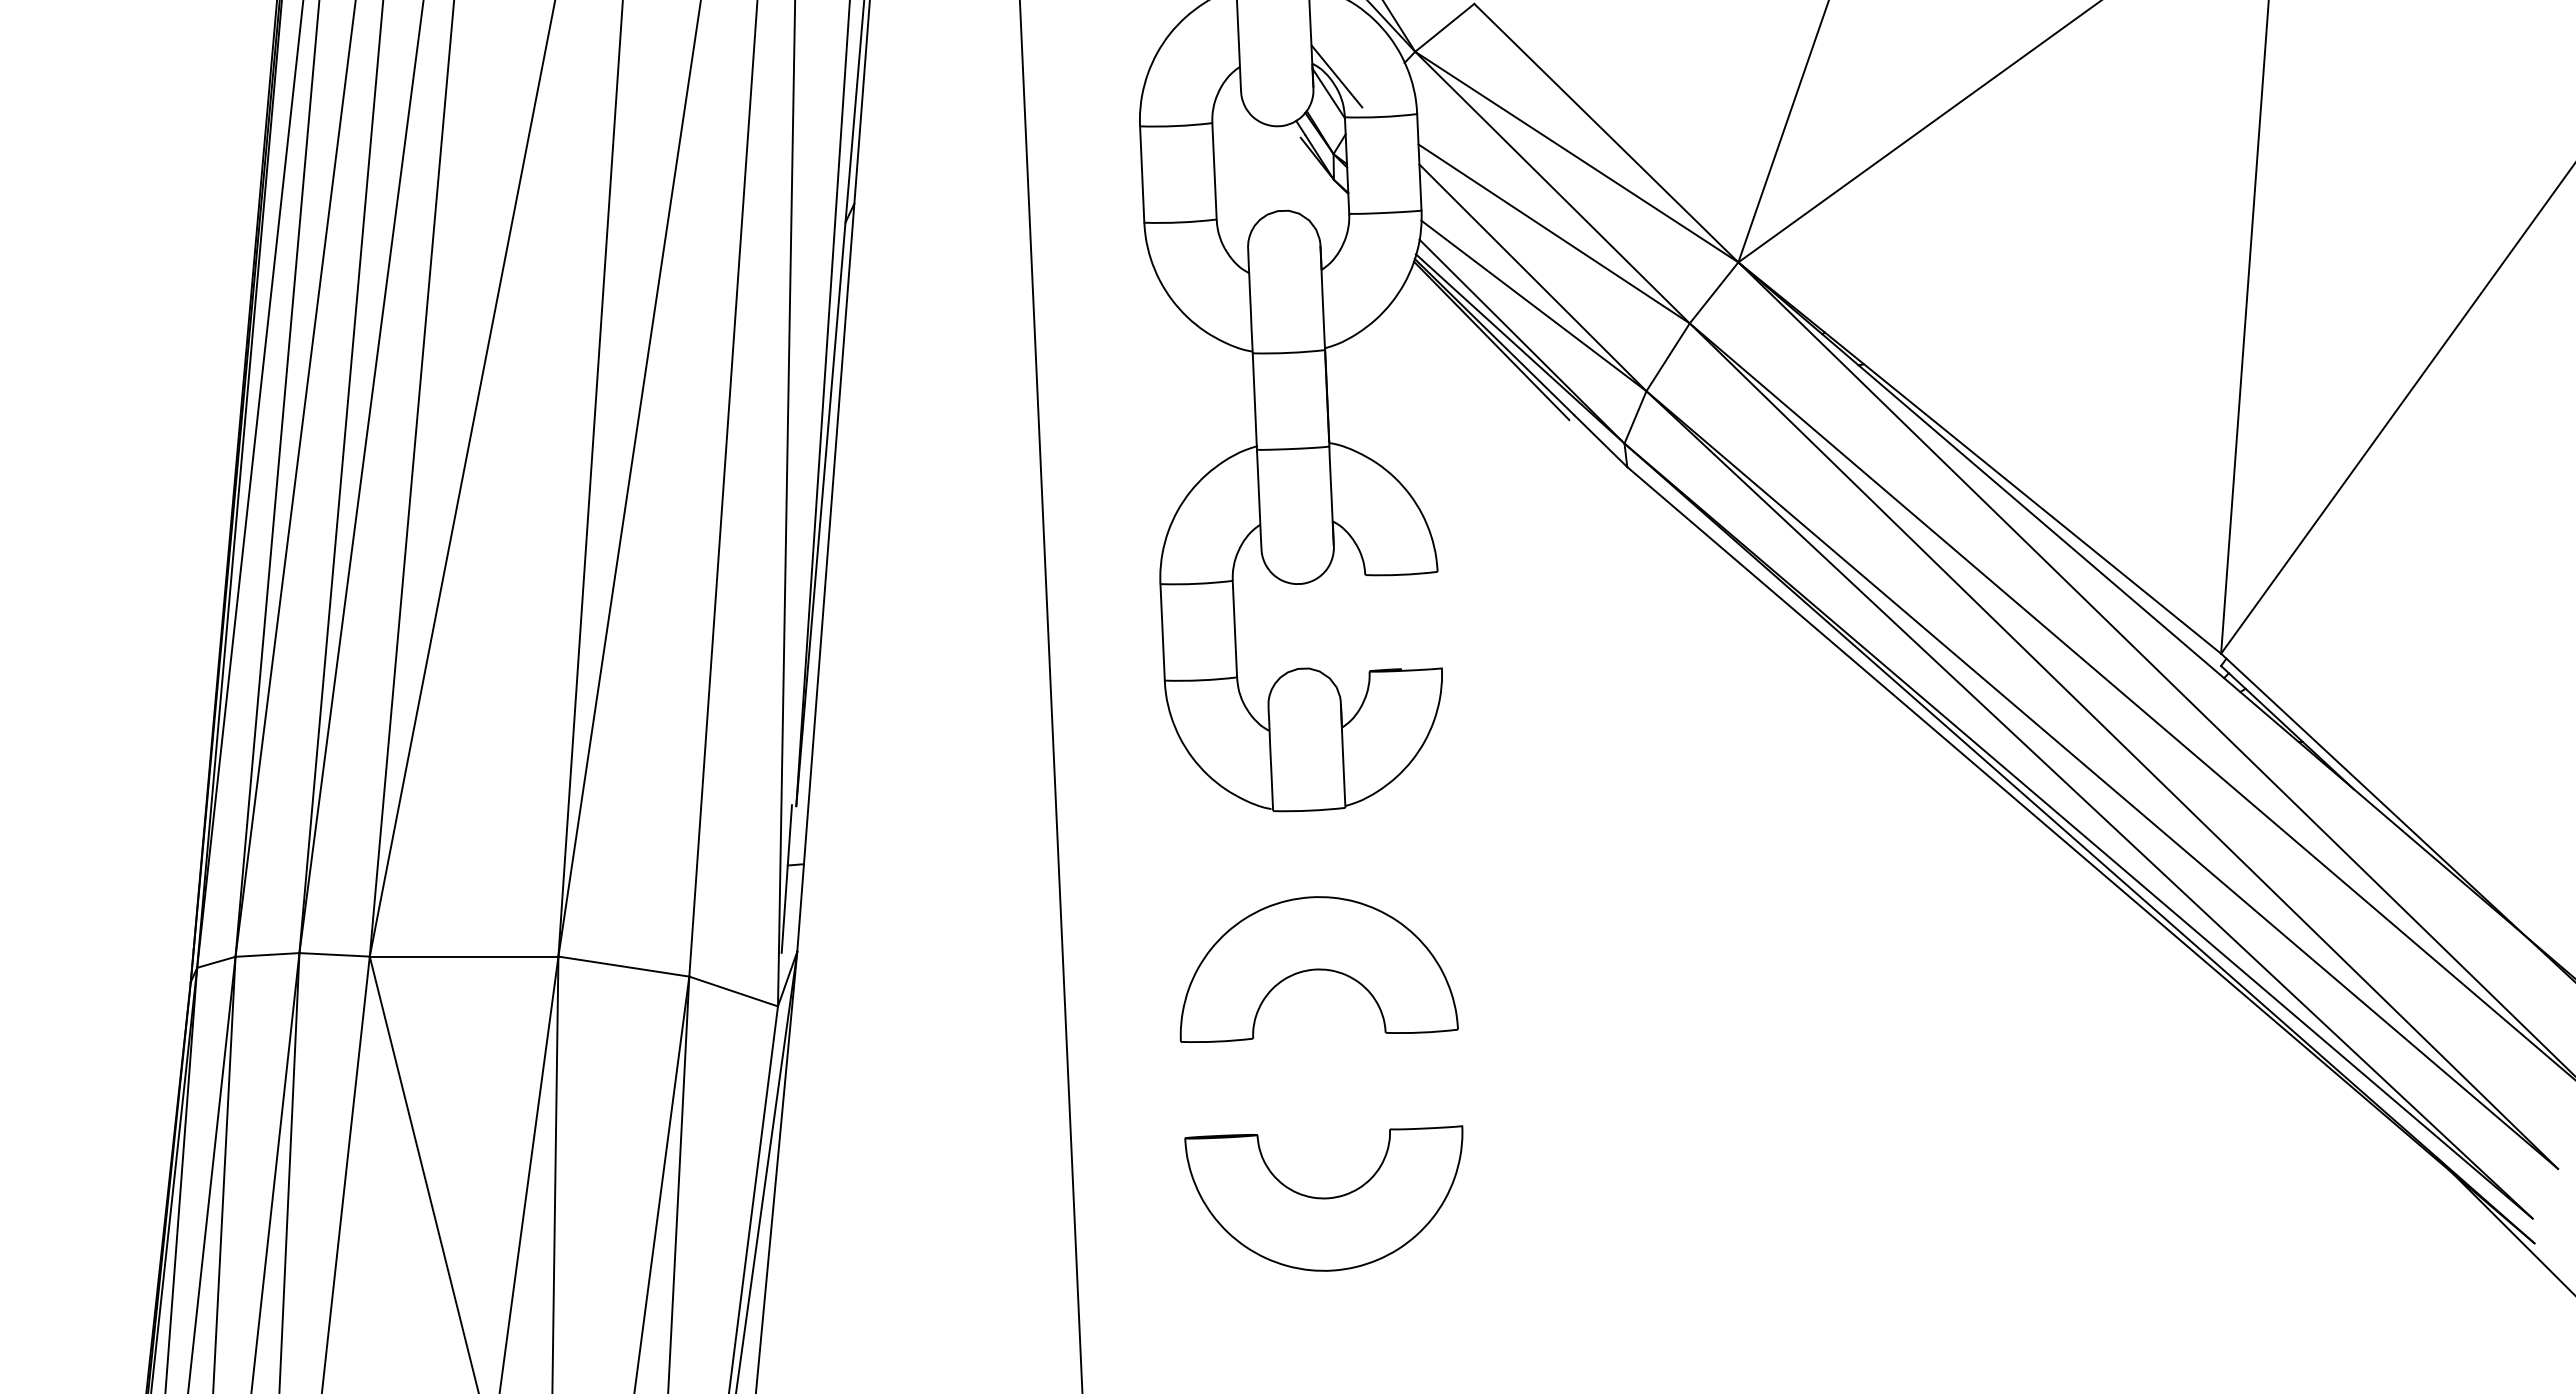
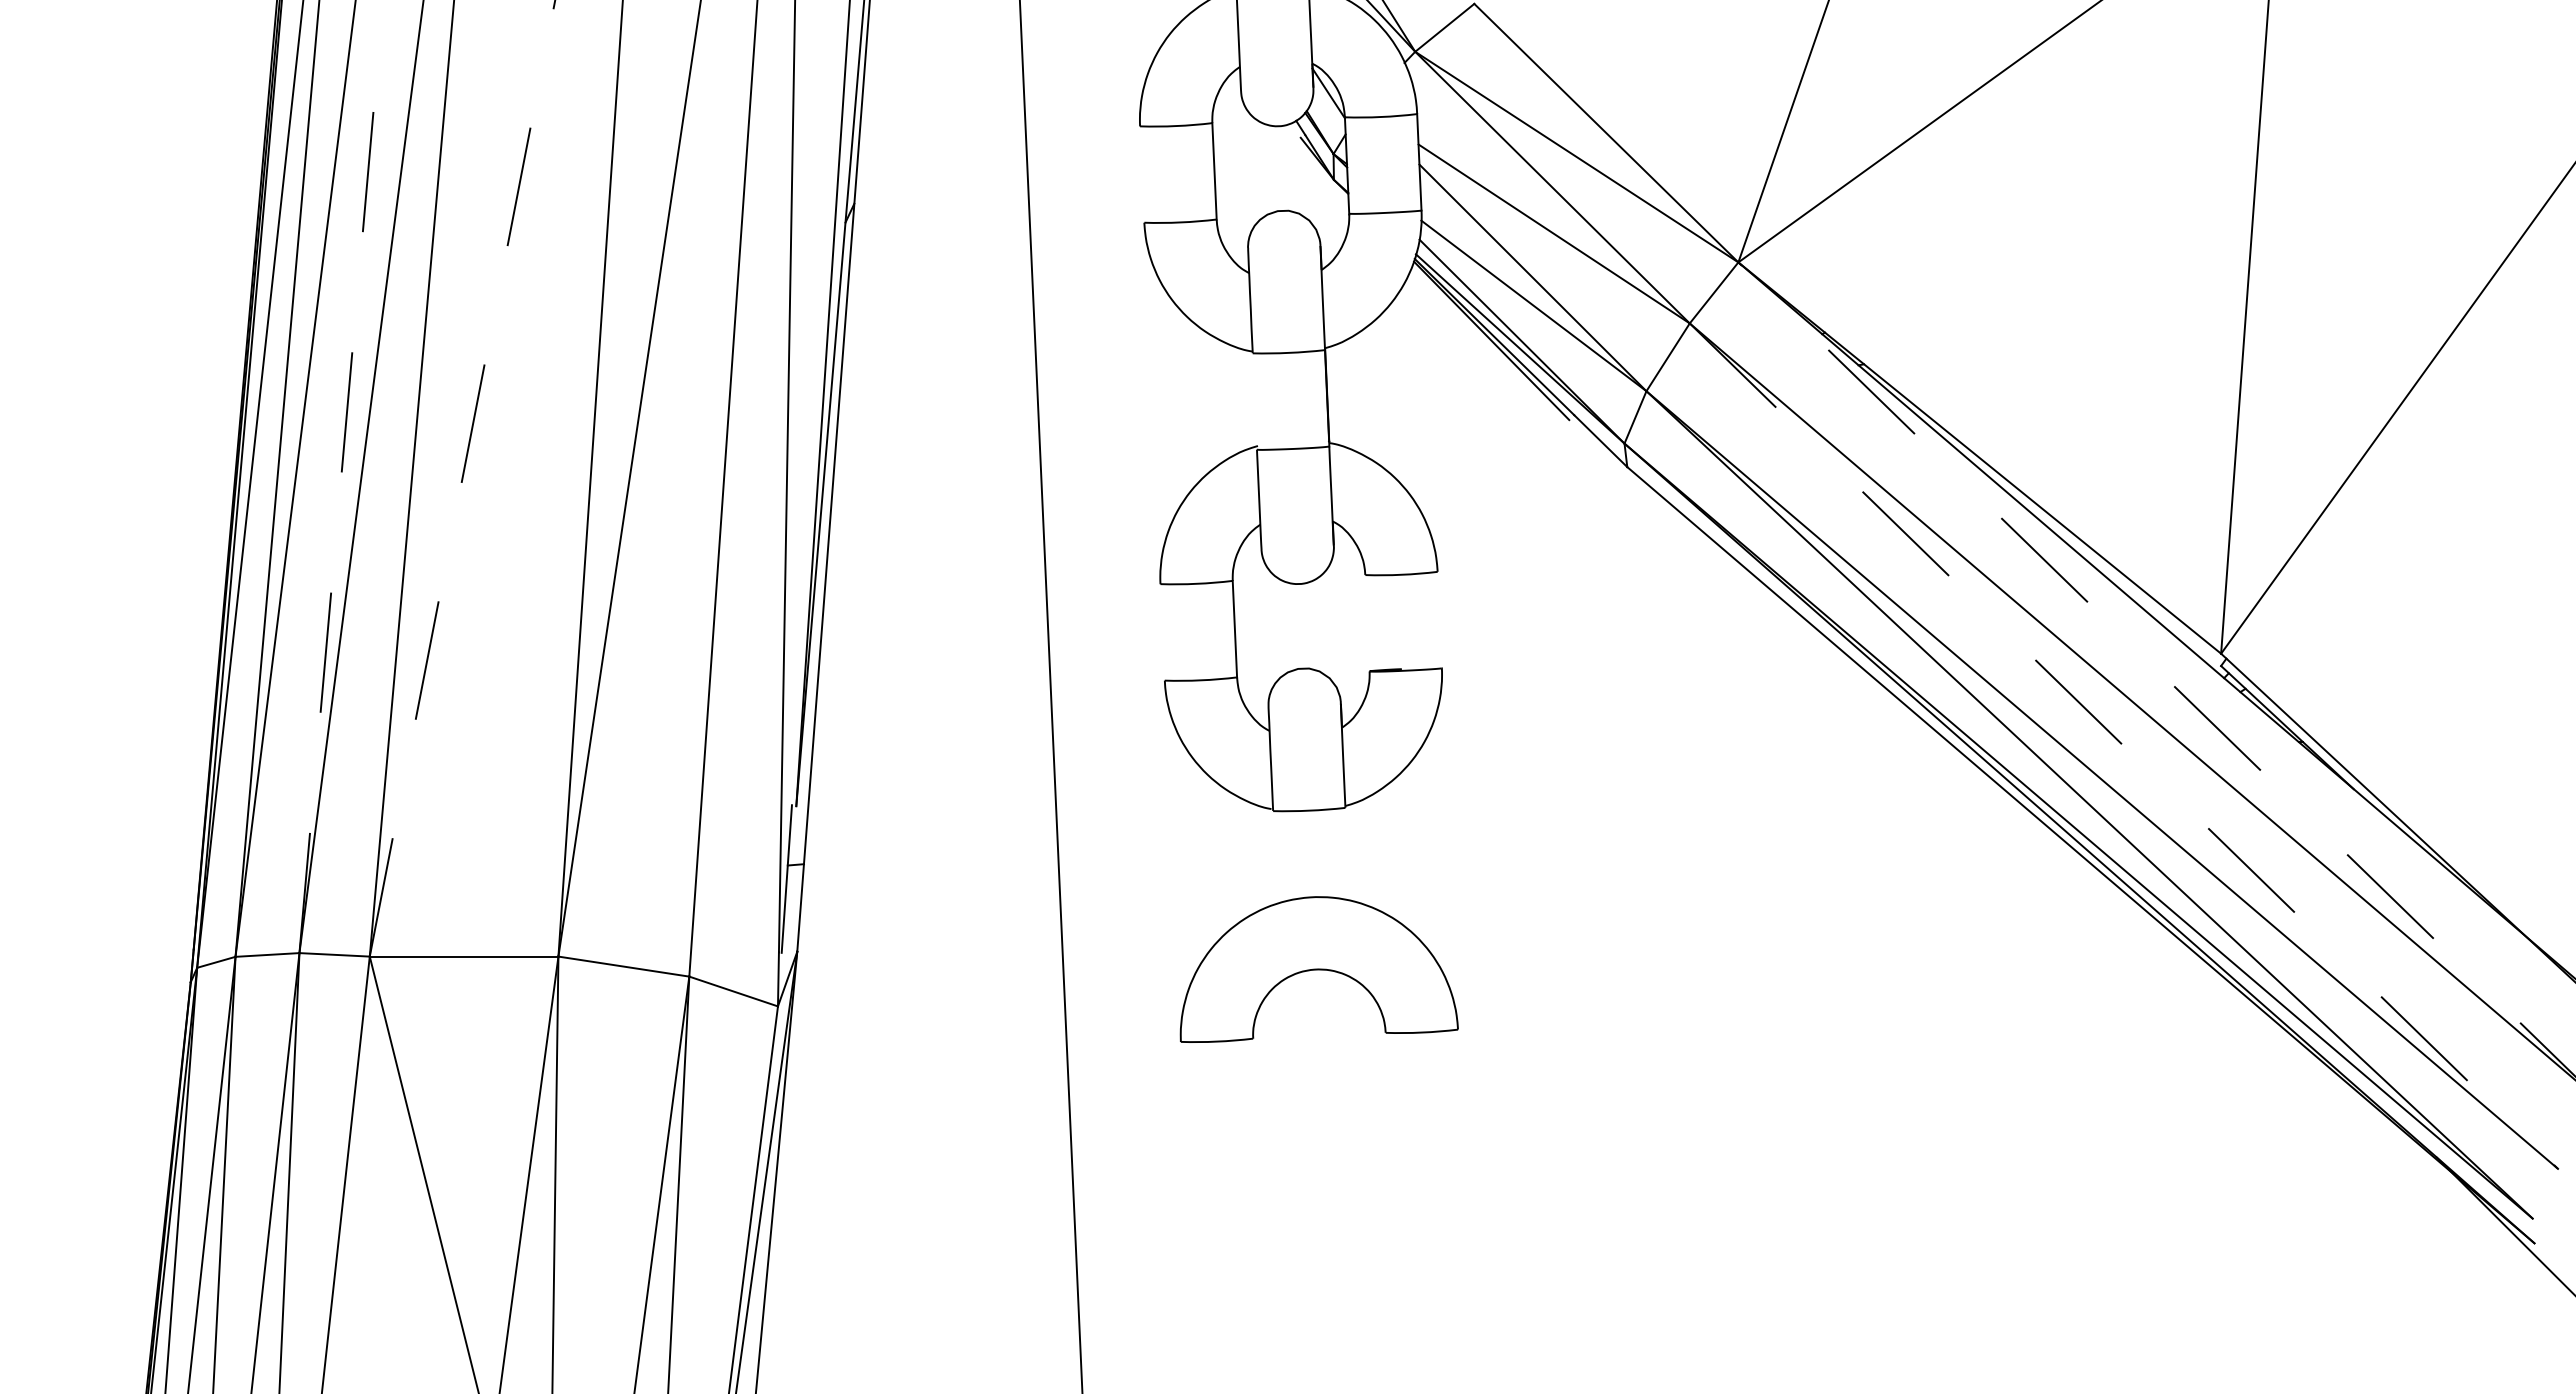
line at (1336, 76): present -> none
line at (1142, 174): present -> none
line at (1254, 401): present -> none
line at (341, 476): solid -> dashed
line at (462, 478): solid -> dashed
line at (1162, 632): present -> none
line at (2156, 669): solid -> dashed
line at (2123, 746): solid -> dashed
part at (1323, 1198): present -> none
